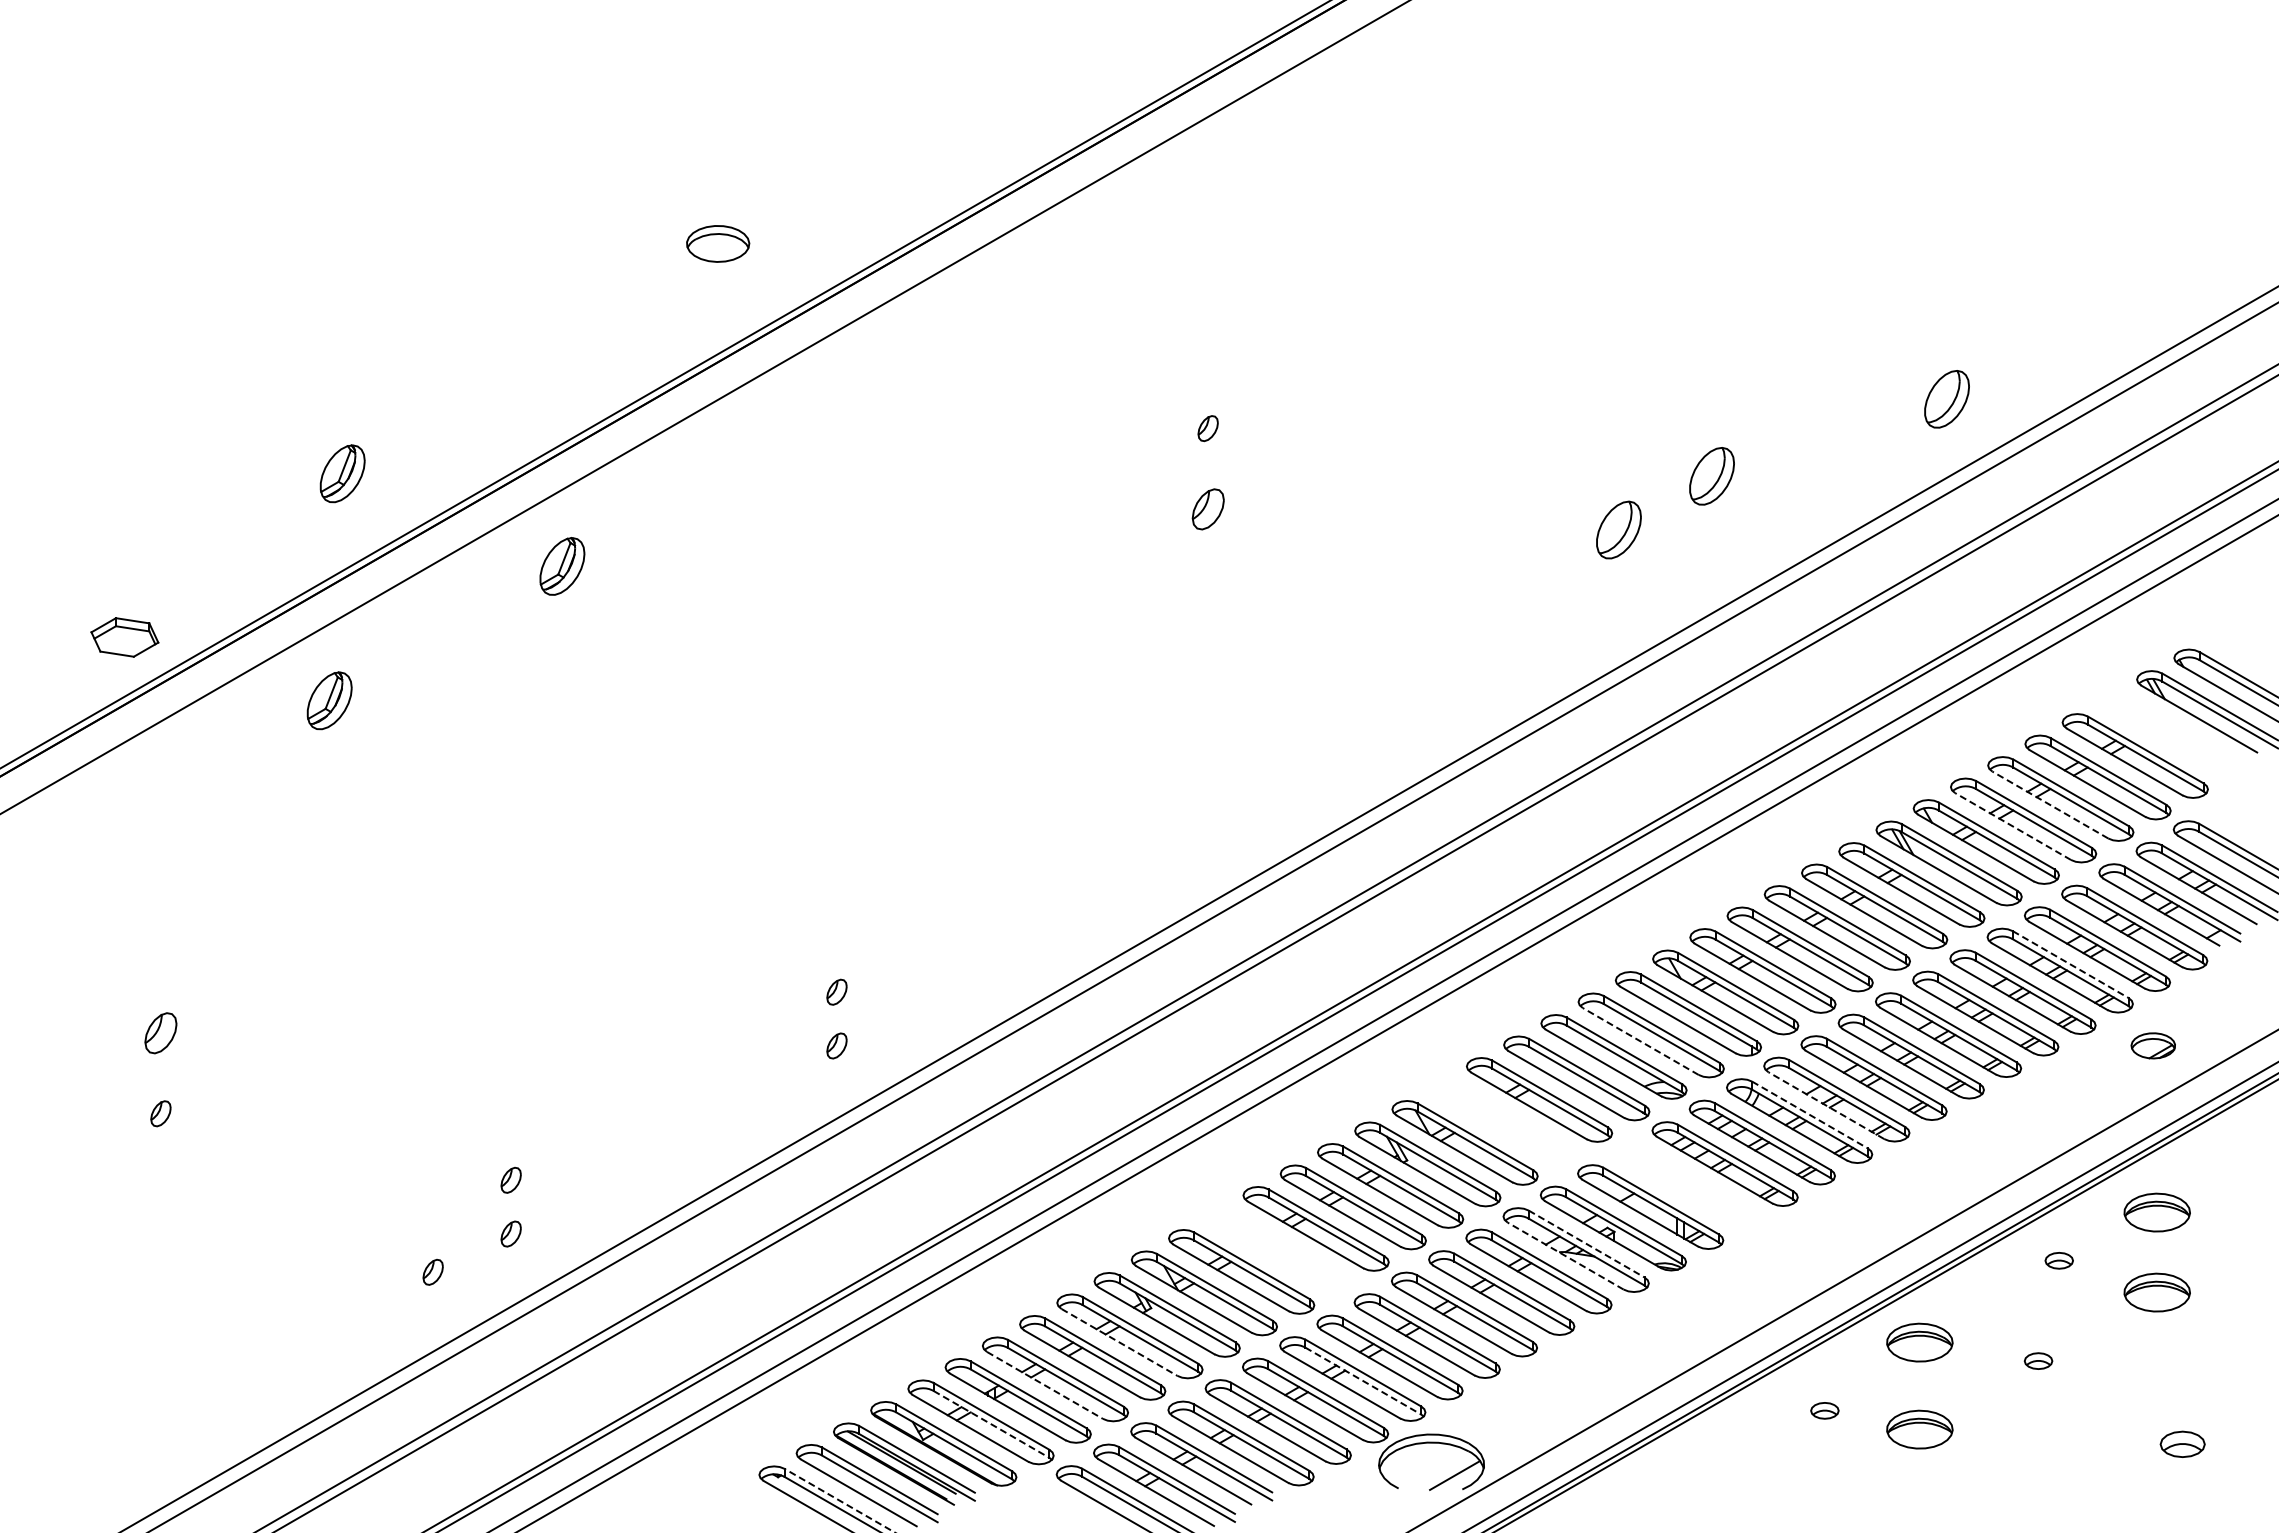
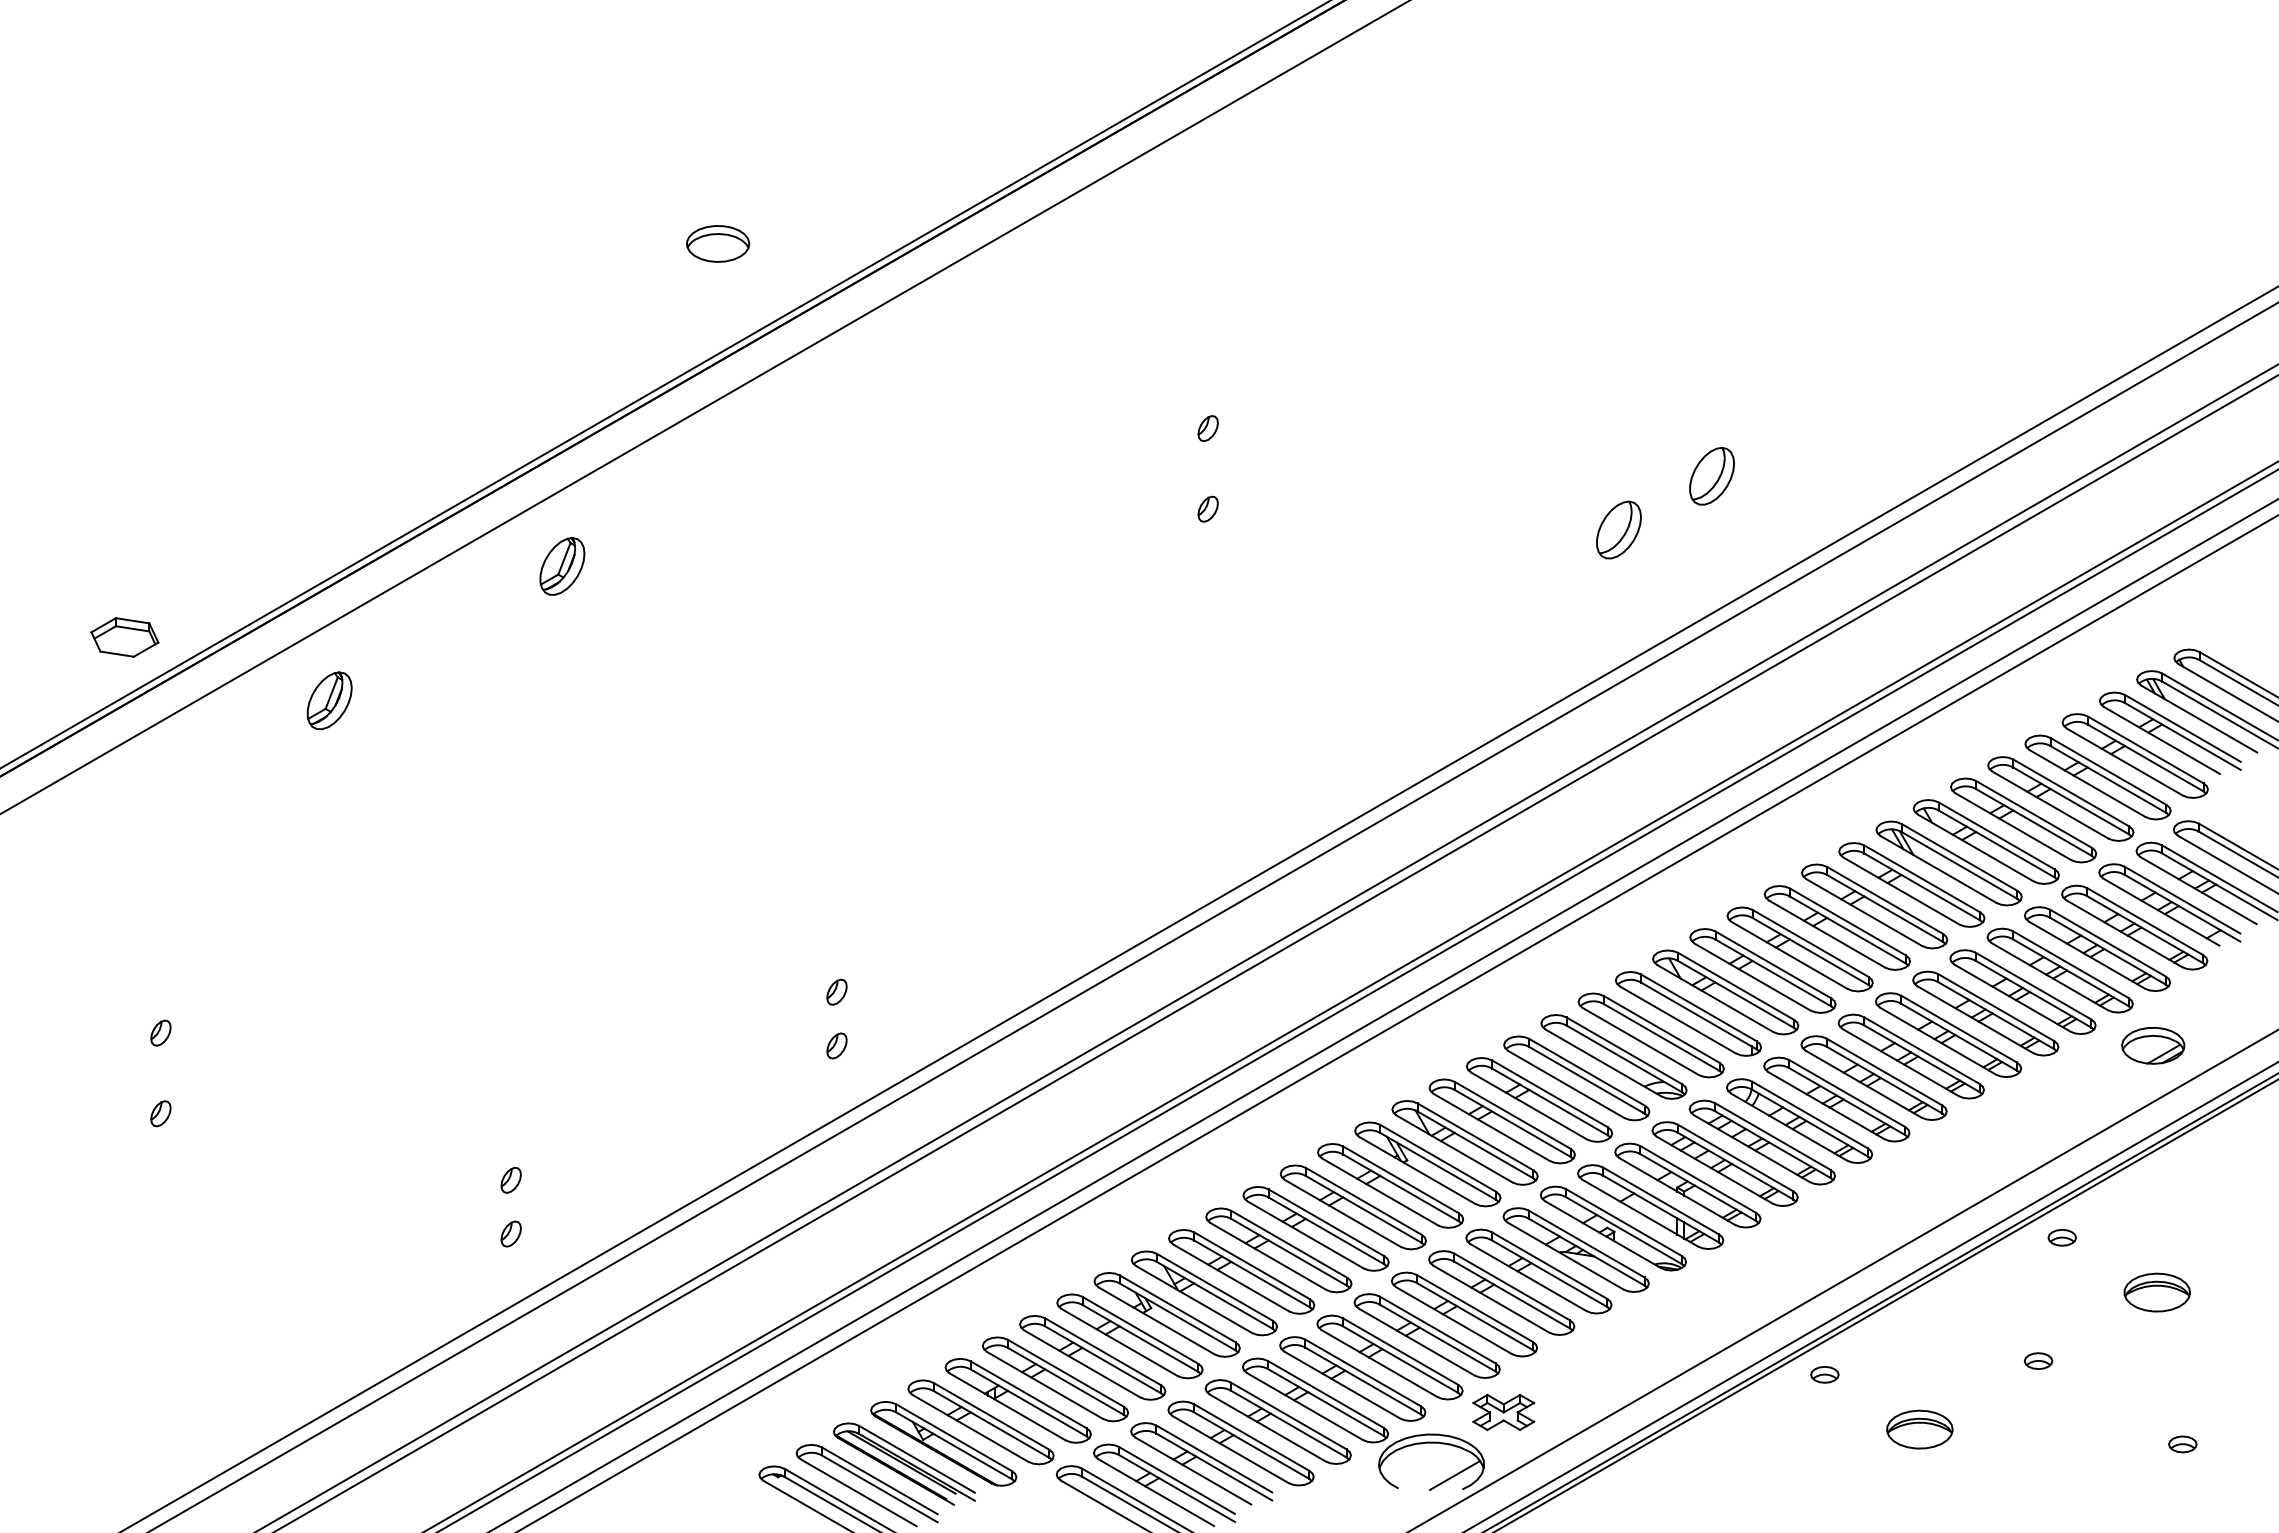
part at (1946, 399): present -> none
part at (342, 473): present -> none
part at (1207, 509) size: 34x43 px -> 22x28 px
part at (2170, 732): none -> present
line at (2050, 805): dashed -> solid
line at (2013, 826): dashed -> solid
line at (2070, 964): dashed -> solid
part at (160, 1033) size: 34x43 px -> 22x28 px
line at (1640, 1041): dashed -> solid
part at (2152, 1045) size: 46x28 px -> 65x38 px
line at (1826, 1105): dashed -> solid
line at (1810, 1115): dashed -> solid
part at (1501, 1121): none -> present
part at (1687, 1185): none -> present
part at (2156, 1212): present -> none
line at (1586, 1244): dashed -> solid
part at (1278, 1250): none -> present
line at (1565, 1256): dashed -> solid
part at (2058, 1260) position: (2058, 1260) -> (2061, 1237)
part at (432, 1271): present -> none
line at (1119, 1342): dashed -> solid
part at (1919, 1342): present -> none
line at (1363, 1381): dashed -> solid
line at (1045, 1385): dashed -> solid
part at (1824, 1410) position: (1824, 1410) -> (1824, 1374)
part at (1503, 1412): none -> present
line at (991, 1424): dashed -> solid
part at (2182, 1443) size: 47x28 px -> 30x19 px
line at (839, 1500): dashed -> solid
